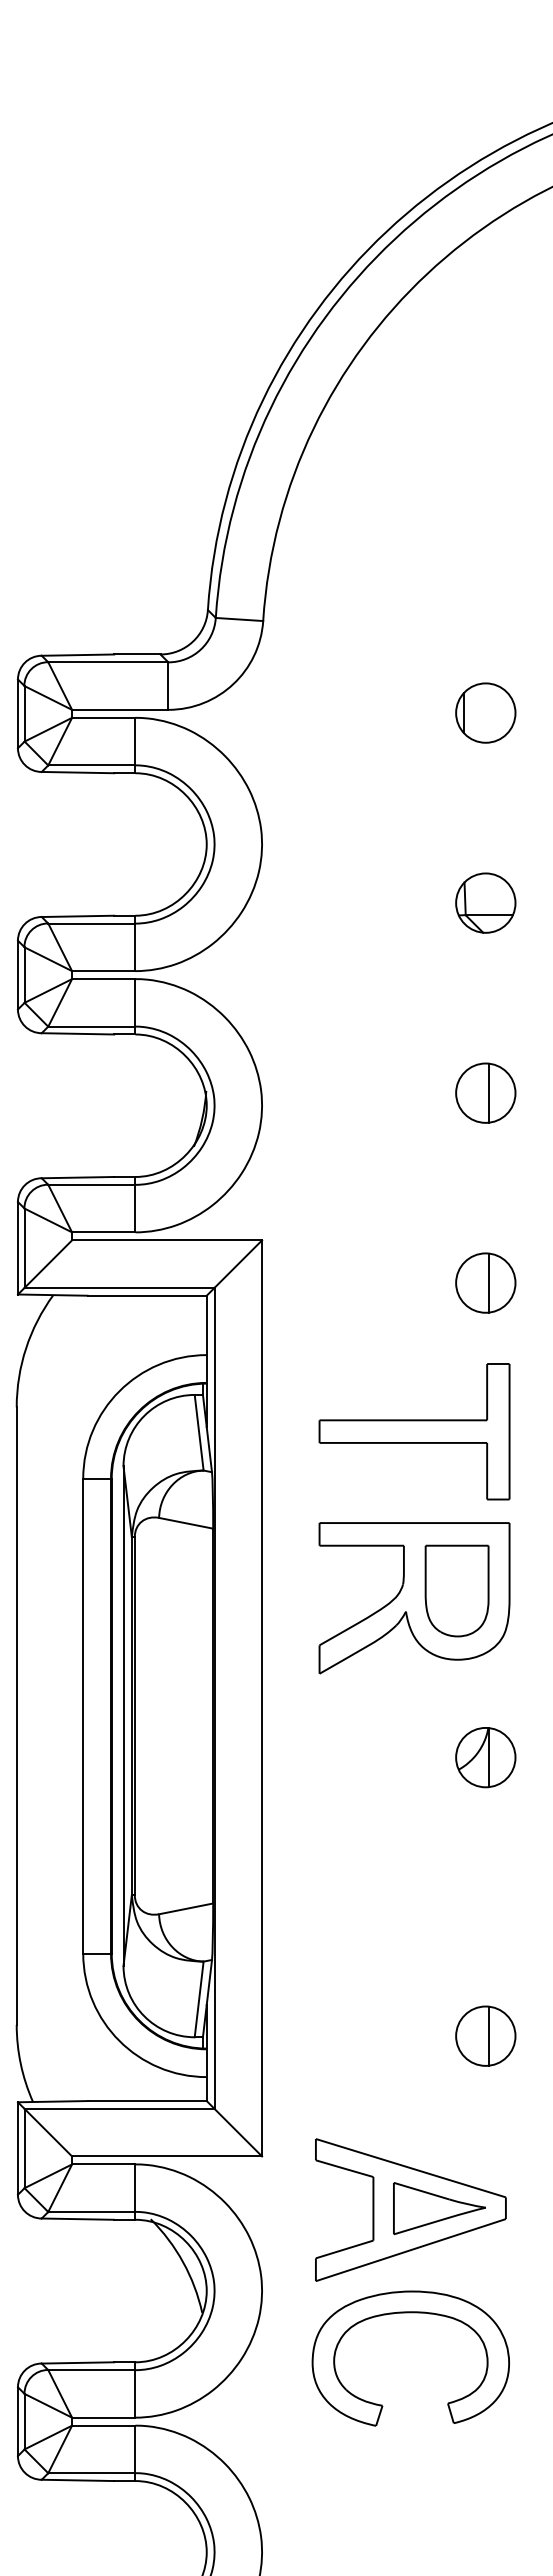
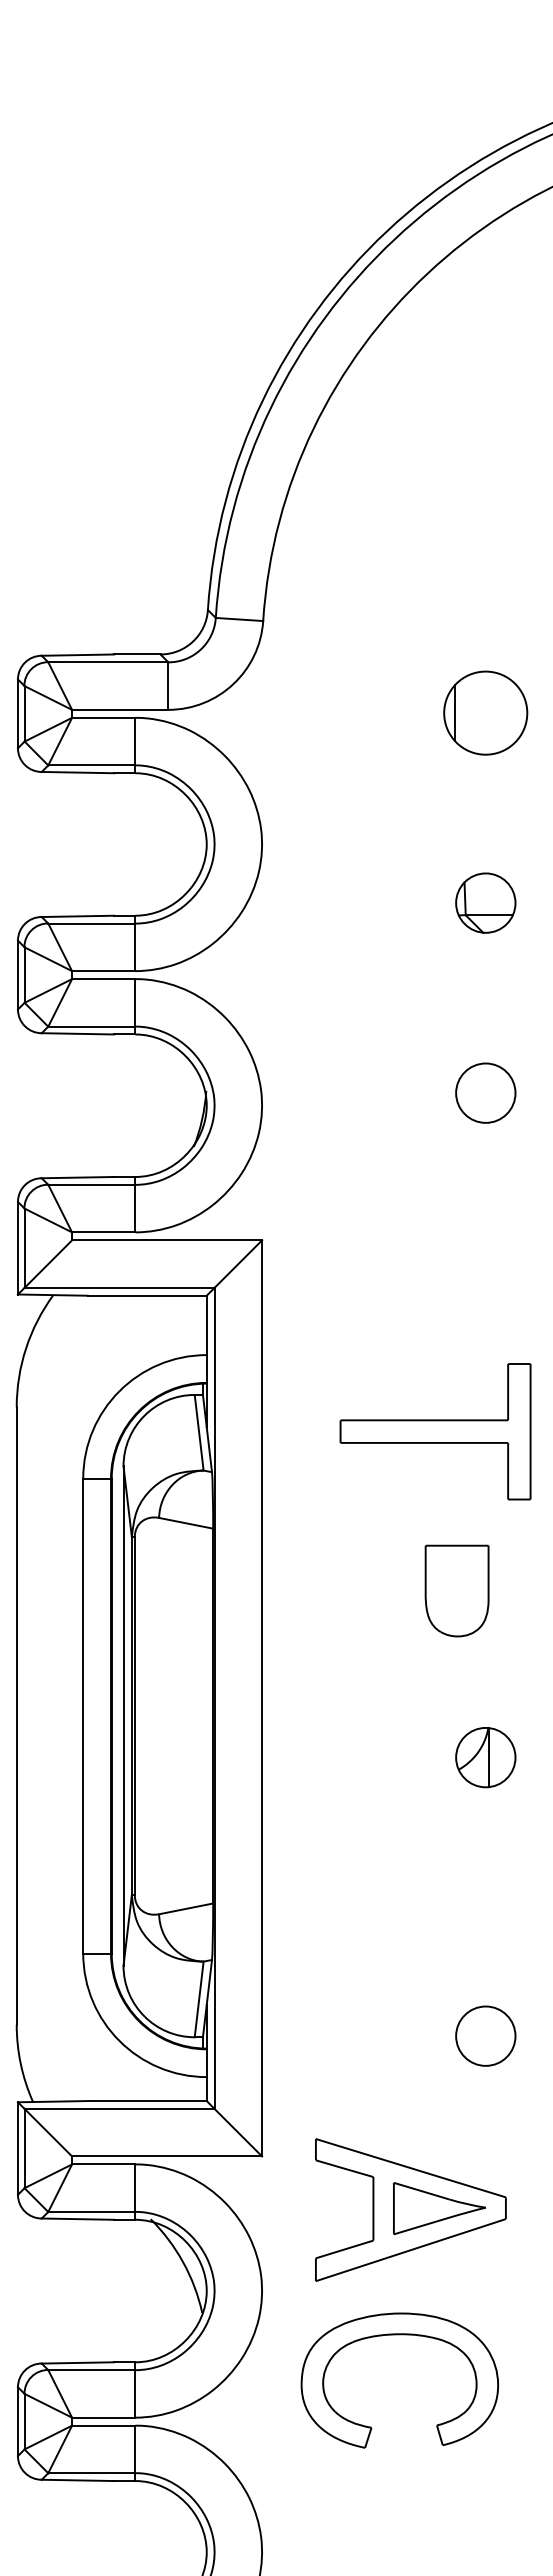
part at (485, 712) size: 62x62 px -> 86x86 px
line at (489, 1092): present -> none
part at (485, 1282): present -> none
part at (414, 1431) position: (414, 1431) -> (435, 1431)
part at (414, 1598): present -> none
line at (489, 2035): present -> none
part at (410, 2313) position: (410, 2313) -> (399, 2335)
